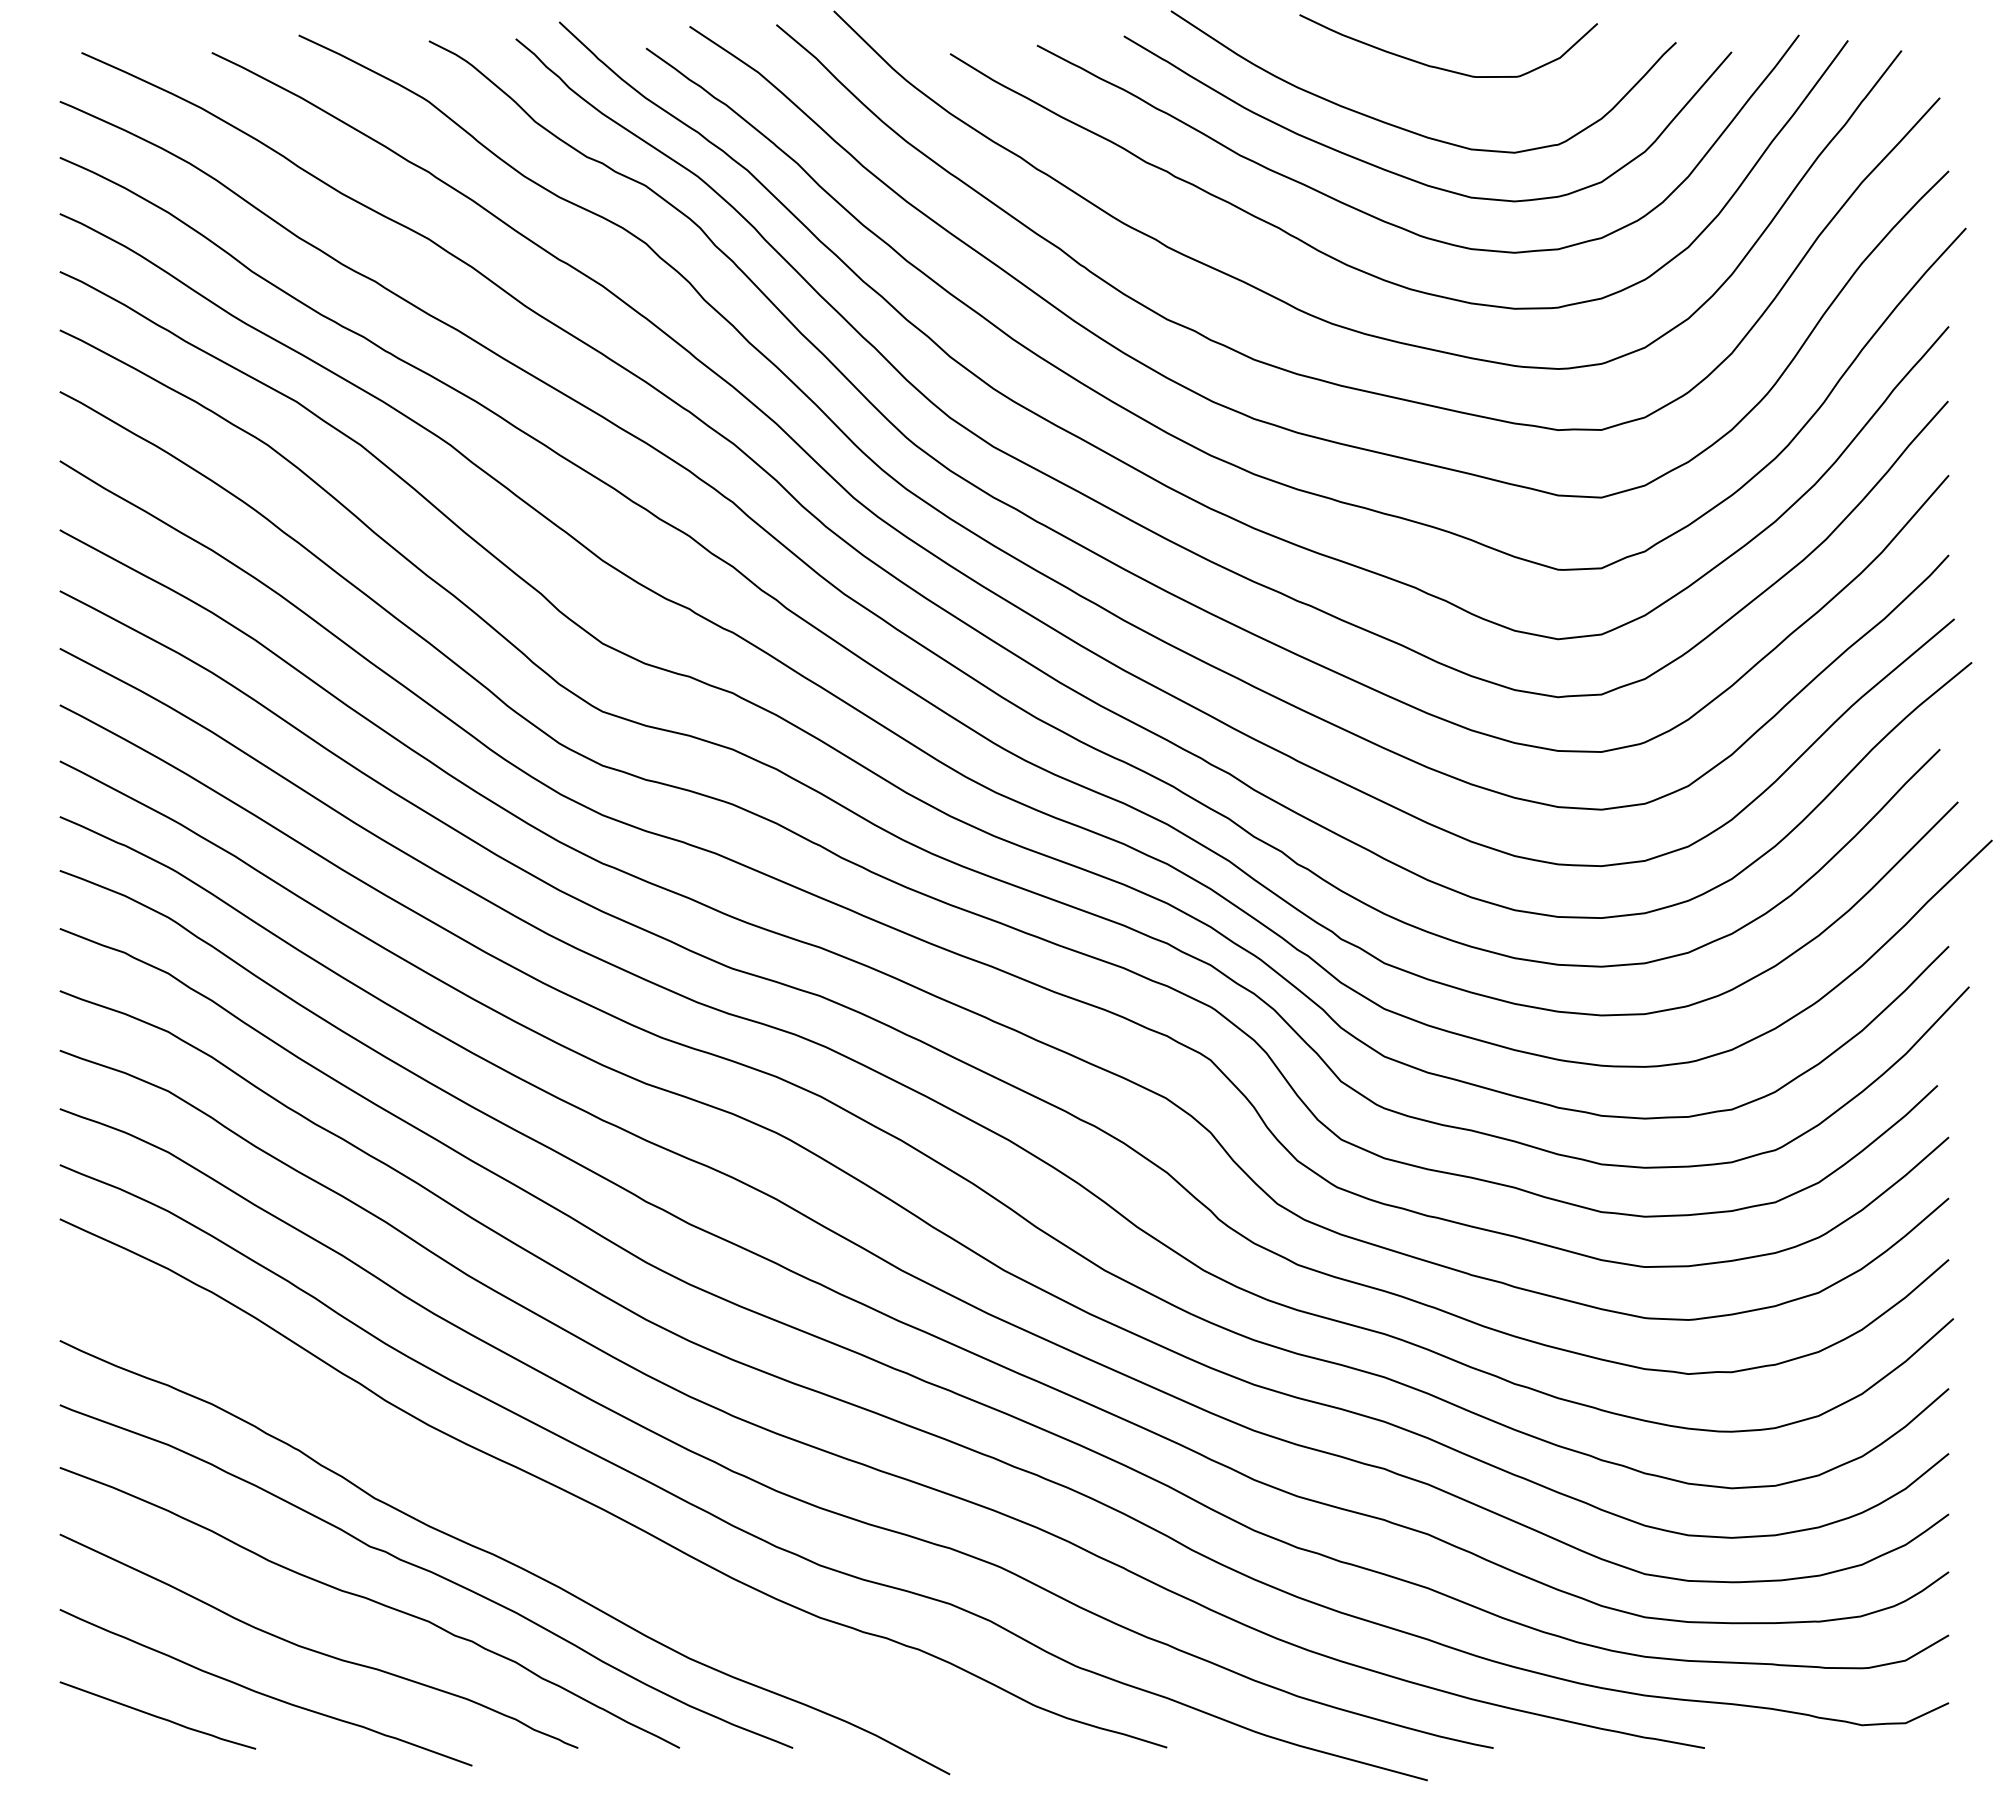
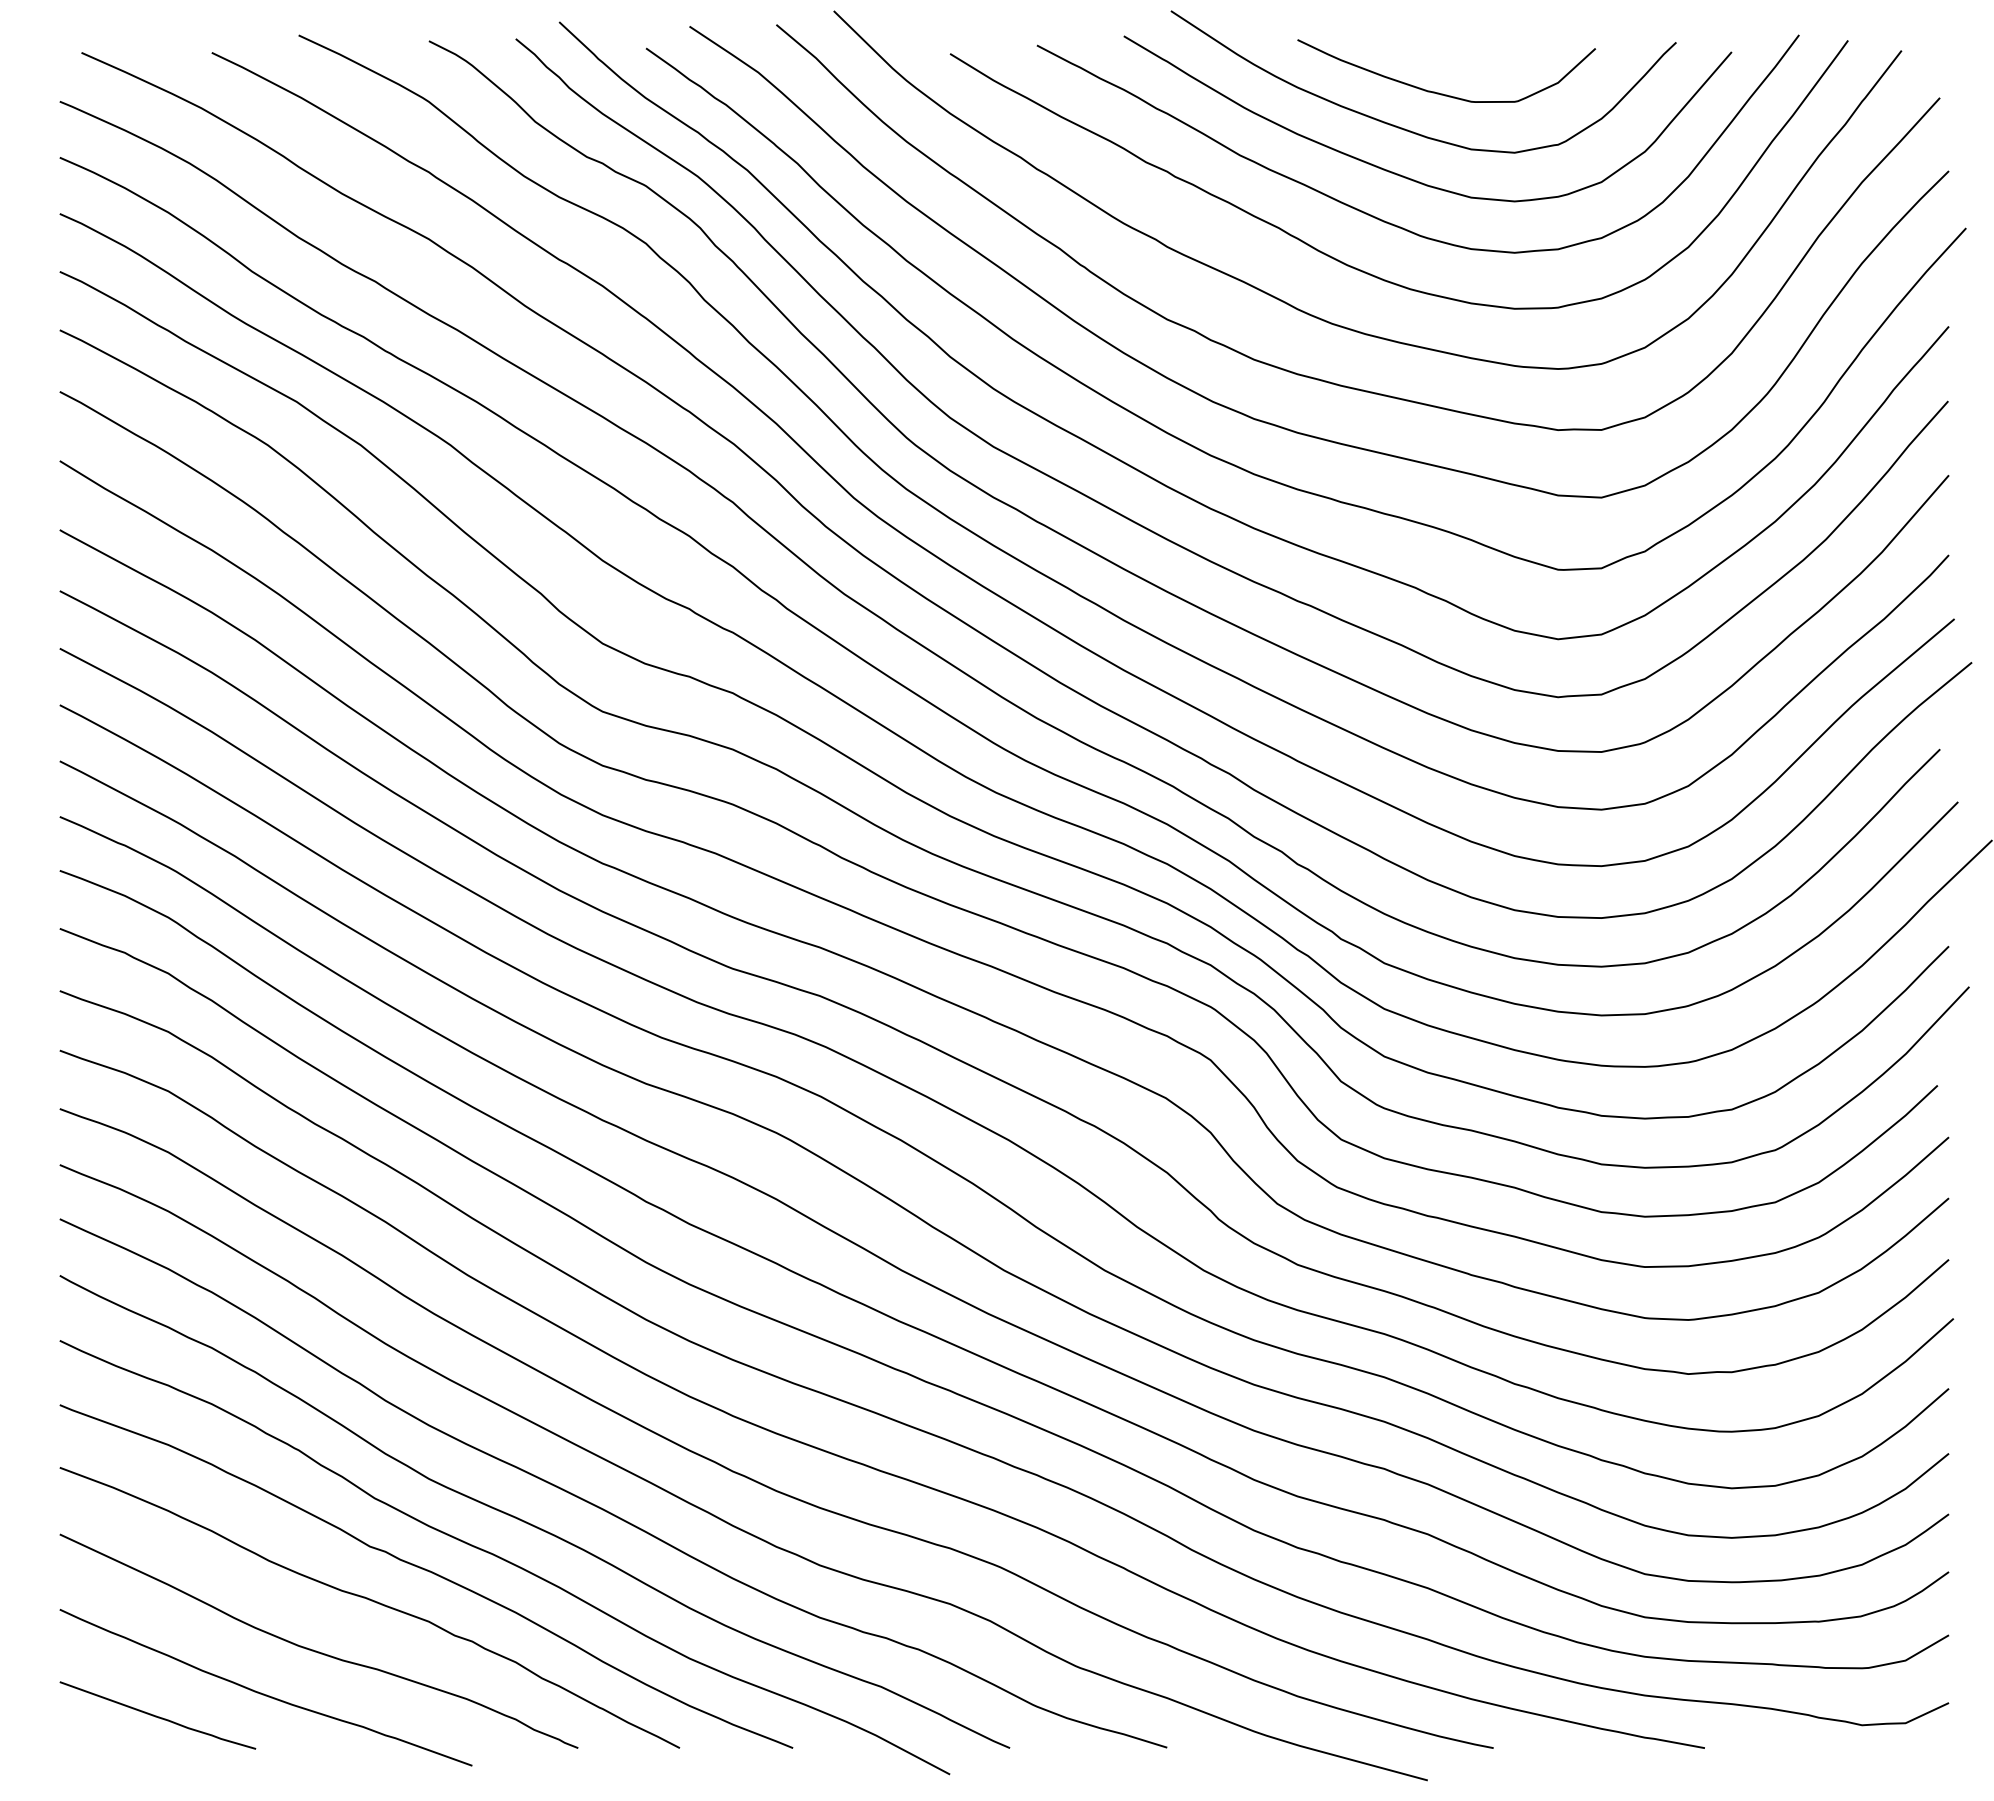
curve at (1445, 68) position: (1445, 68) -> (1443, 93)
curve at (531, 1523): none -> present
